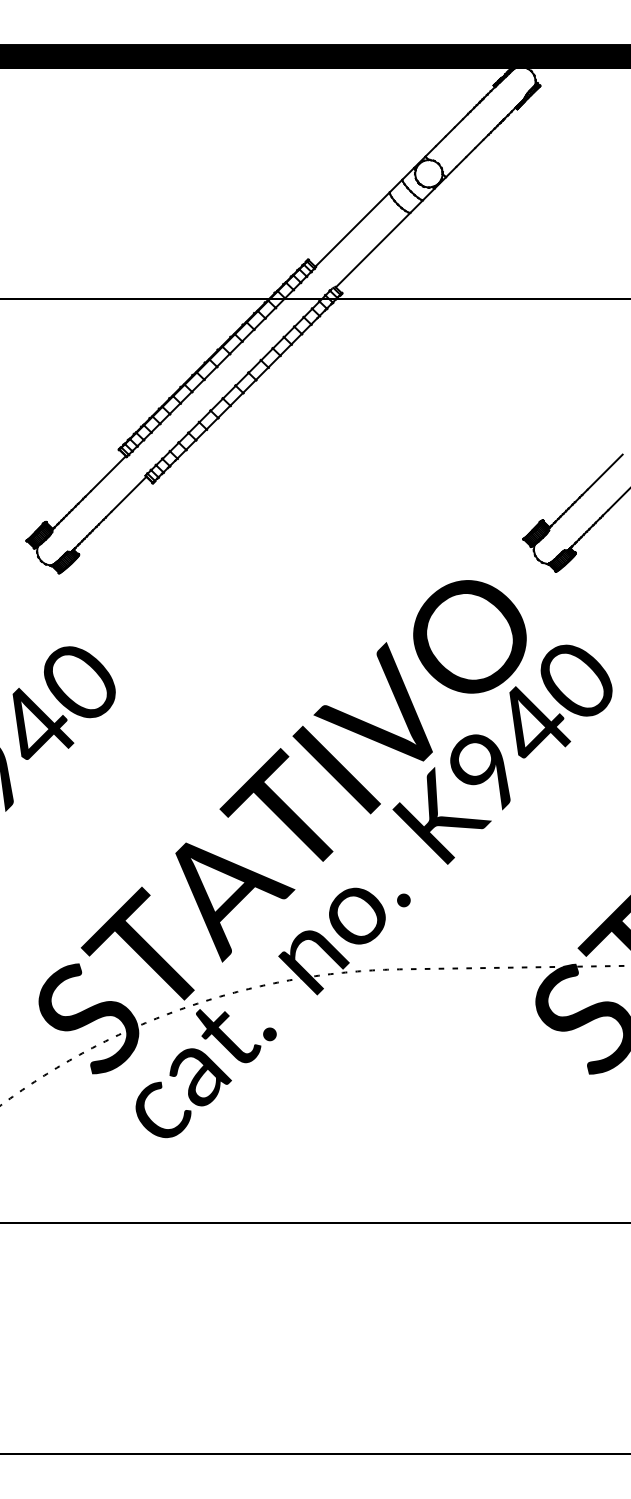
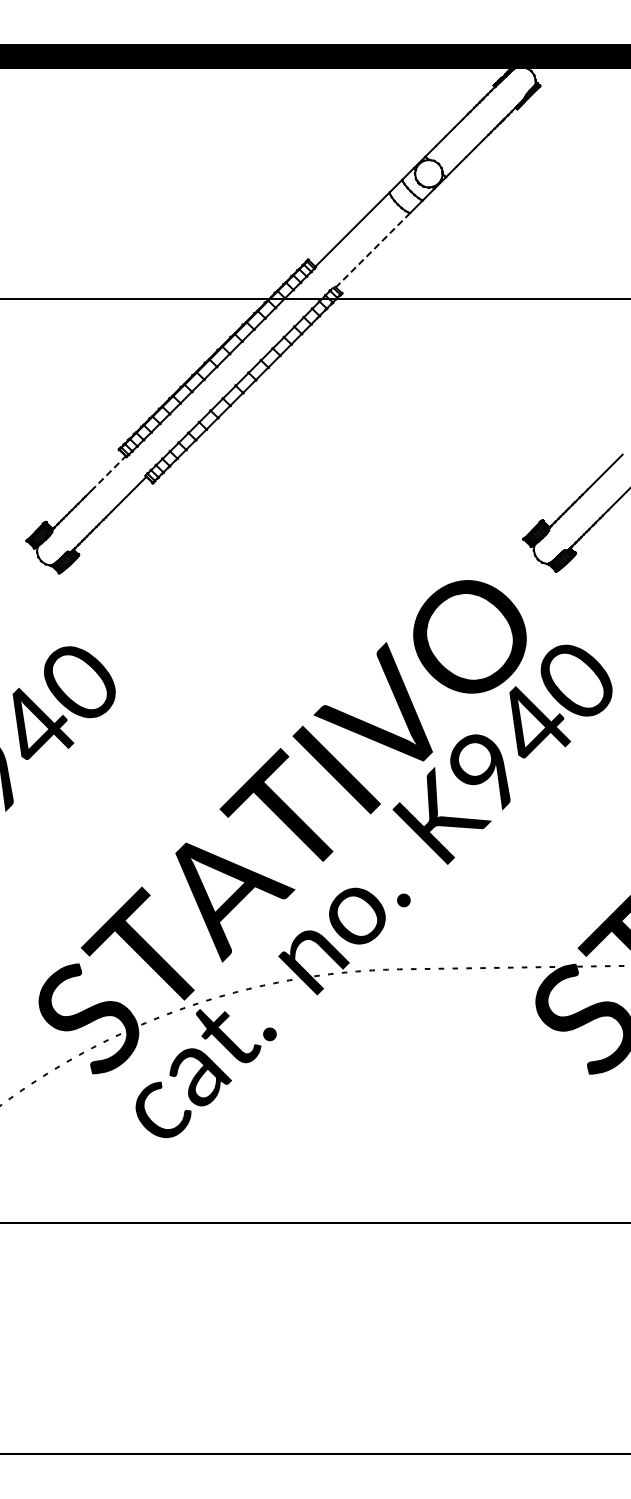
line at (373, 250): solid -> dashed
line at (108, 473): solid -> dashed
